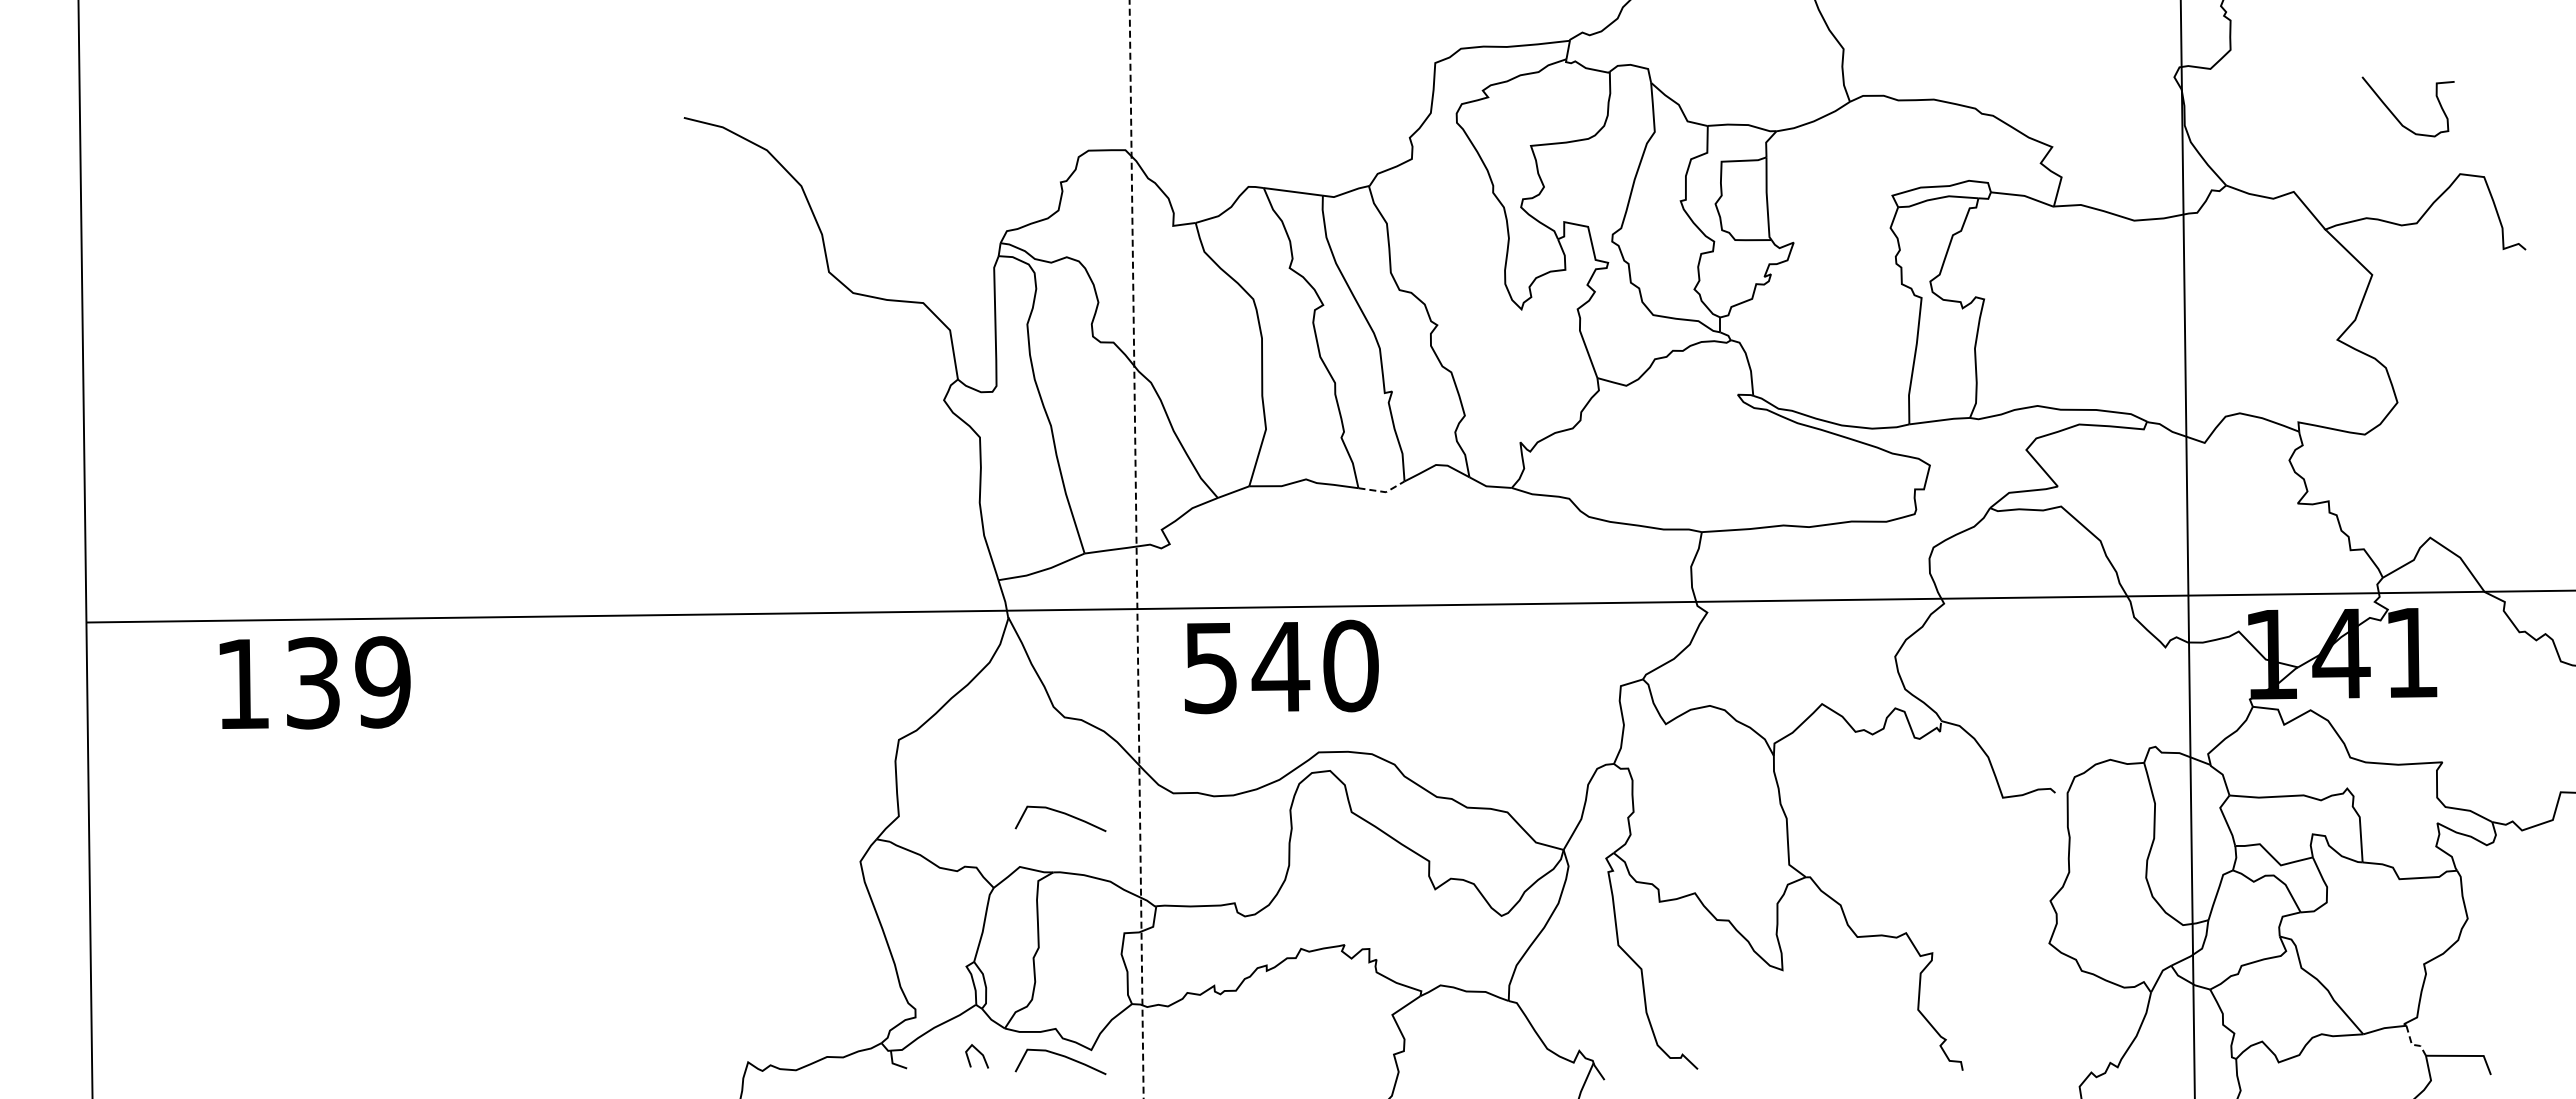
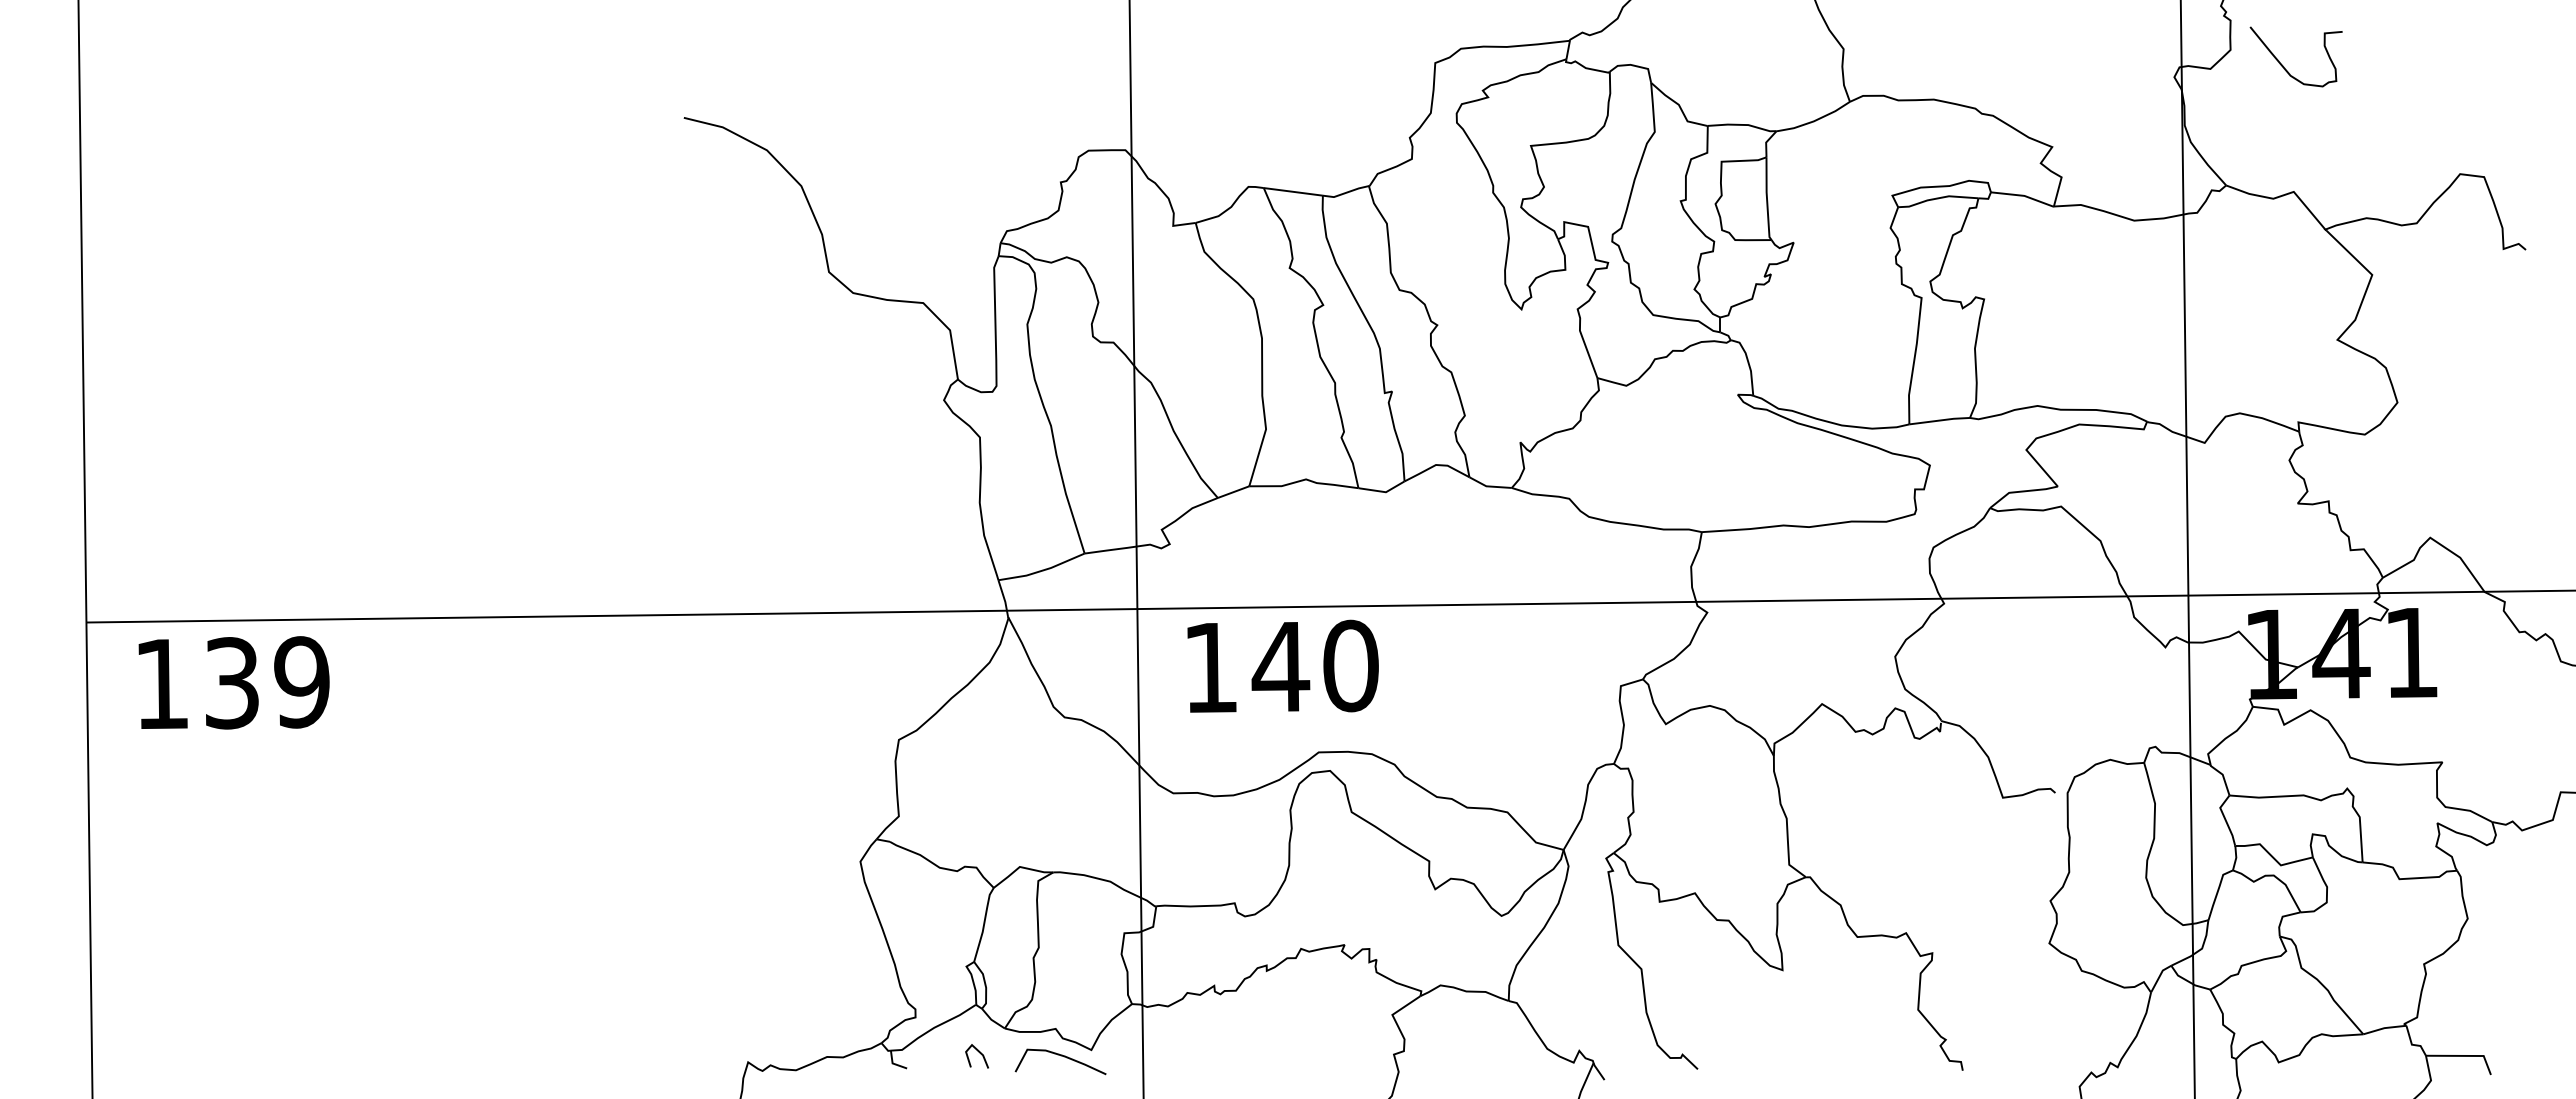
curve at (2396, 116) position: (2396, 116) -> (2284, 66)
line at (1384, 491): dashed -> solid
line at (1136, 549): dashed -> solid
text at (1210, 668): 540 -> 140
text at (314, 682) position: (314, 682) -> (233, 682)
curve at (1060, 813): present -> none
line at (2412, 1044): dashed -> solid
